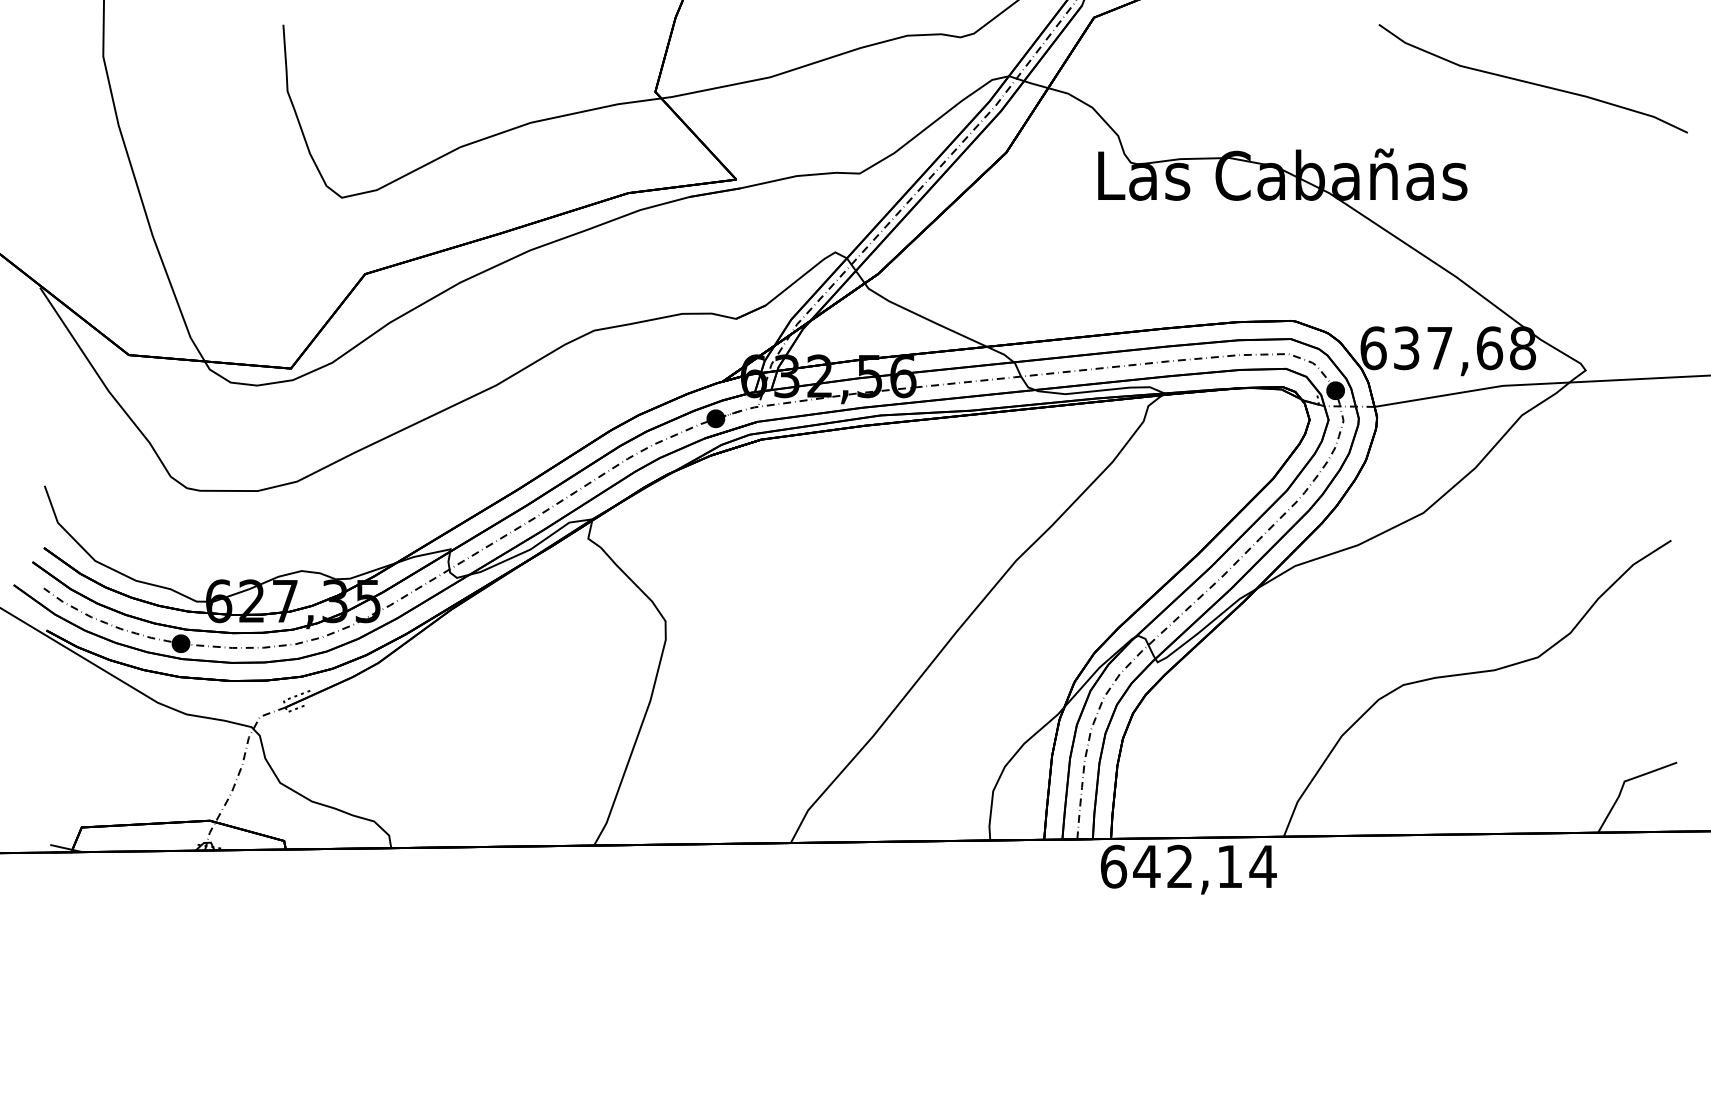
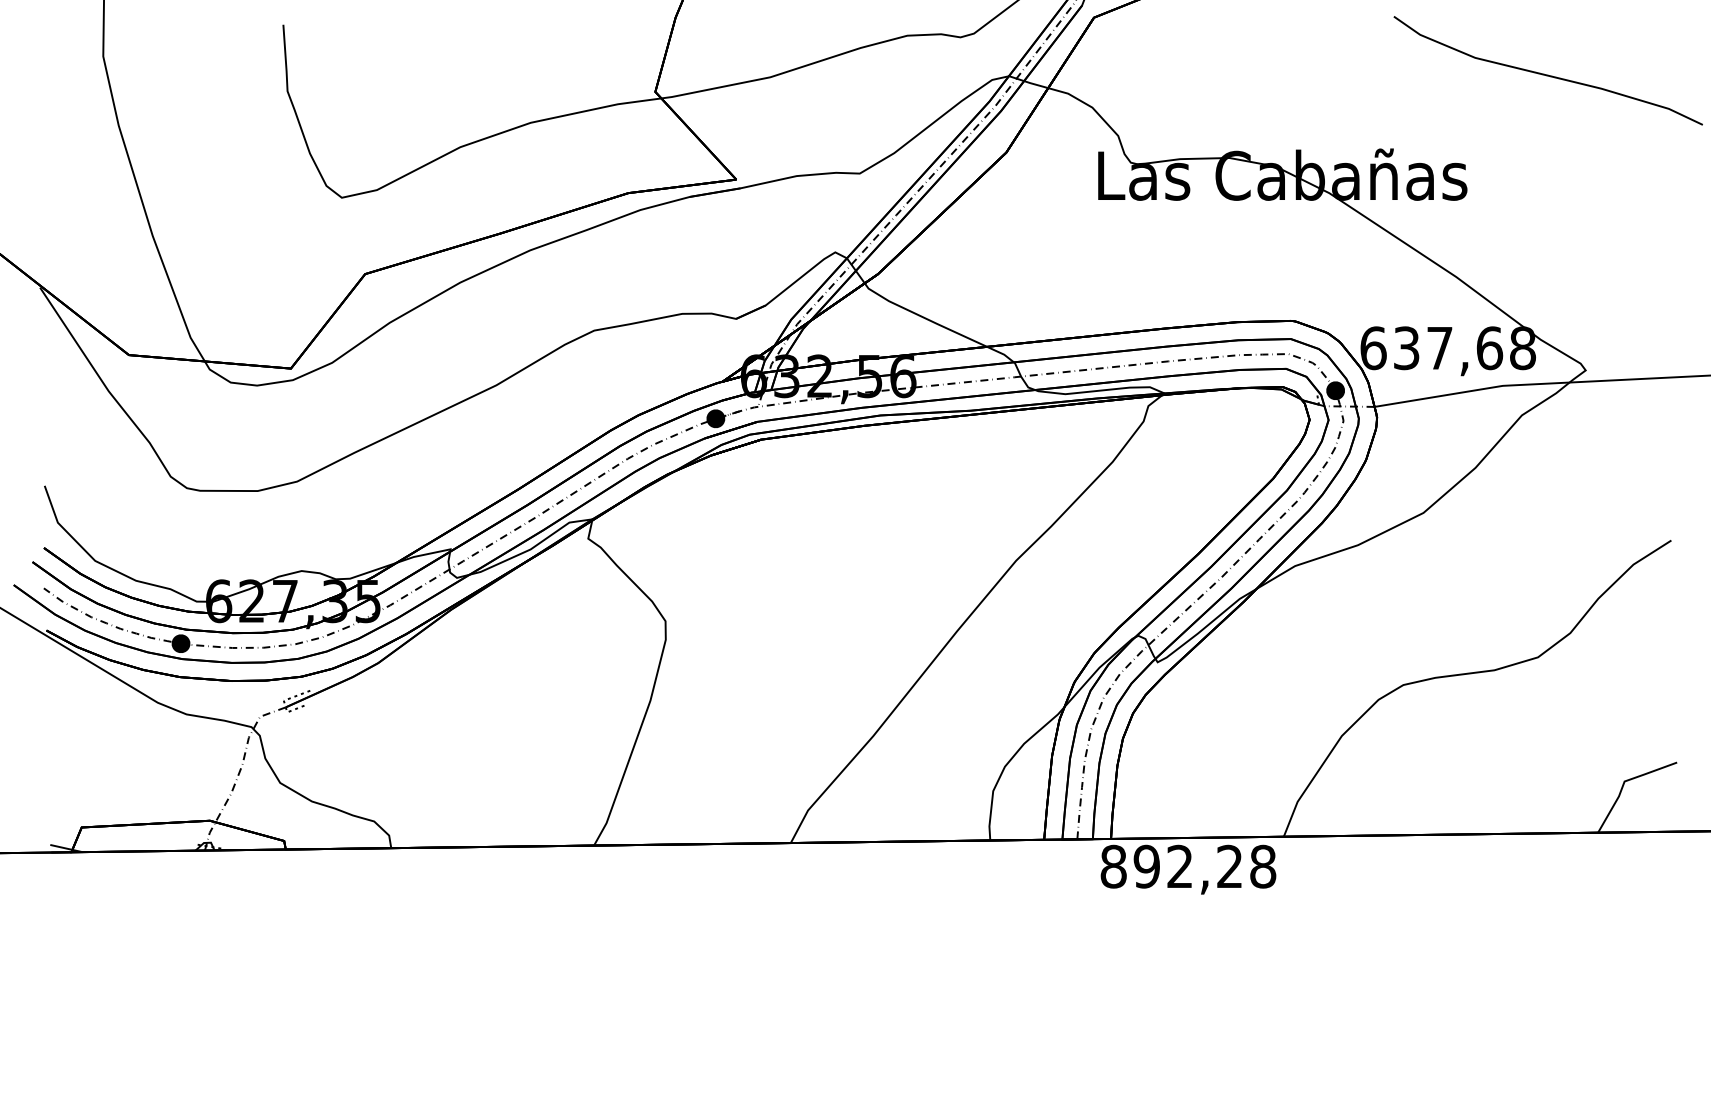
curve at (1532, 82) position: (1532, 82) -> (1547, 74)
text at (1188, 866): 642,14 -> 892,28
